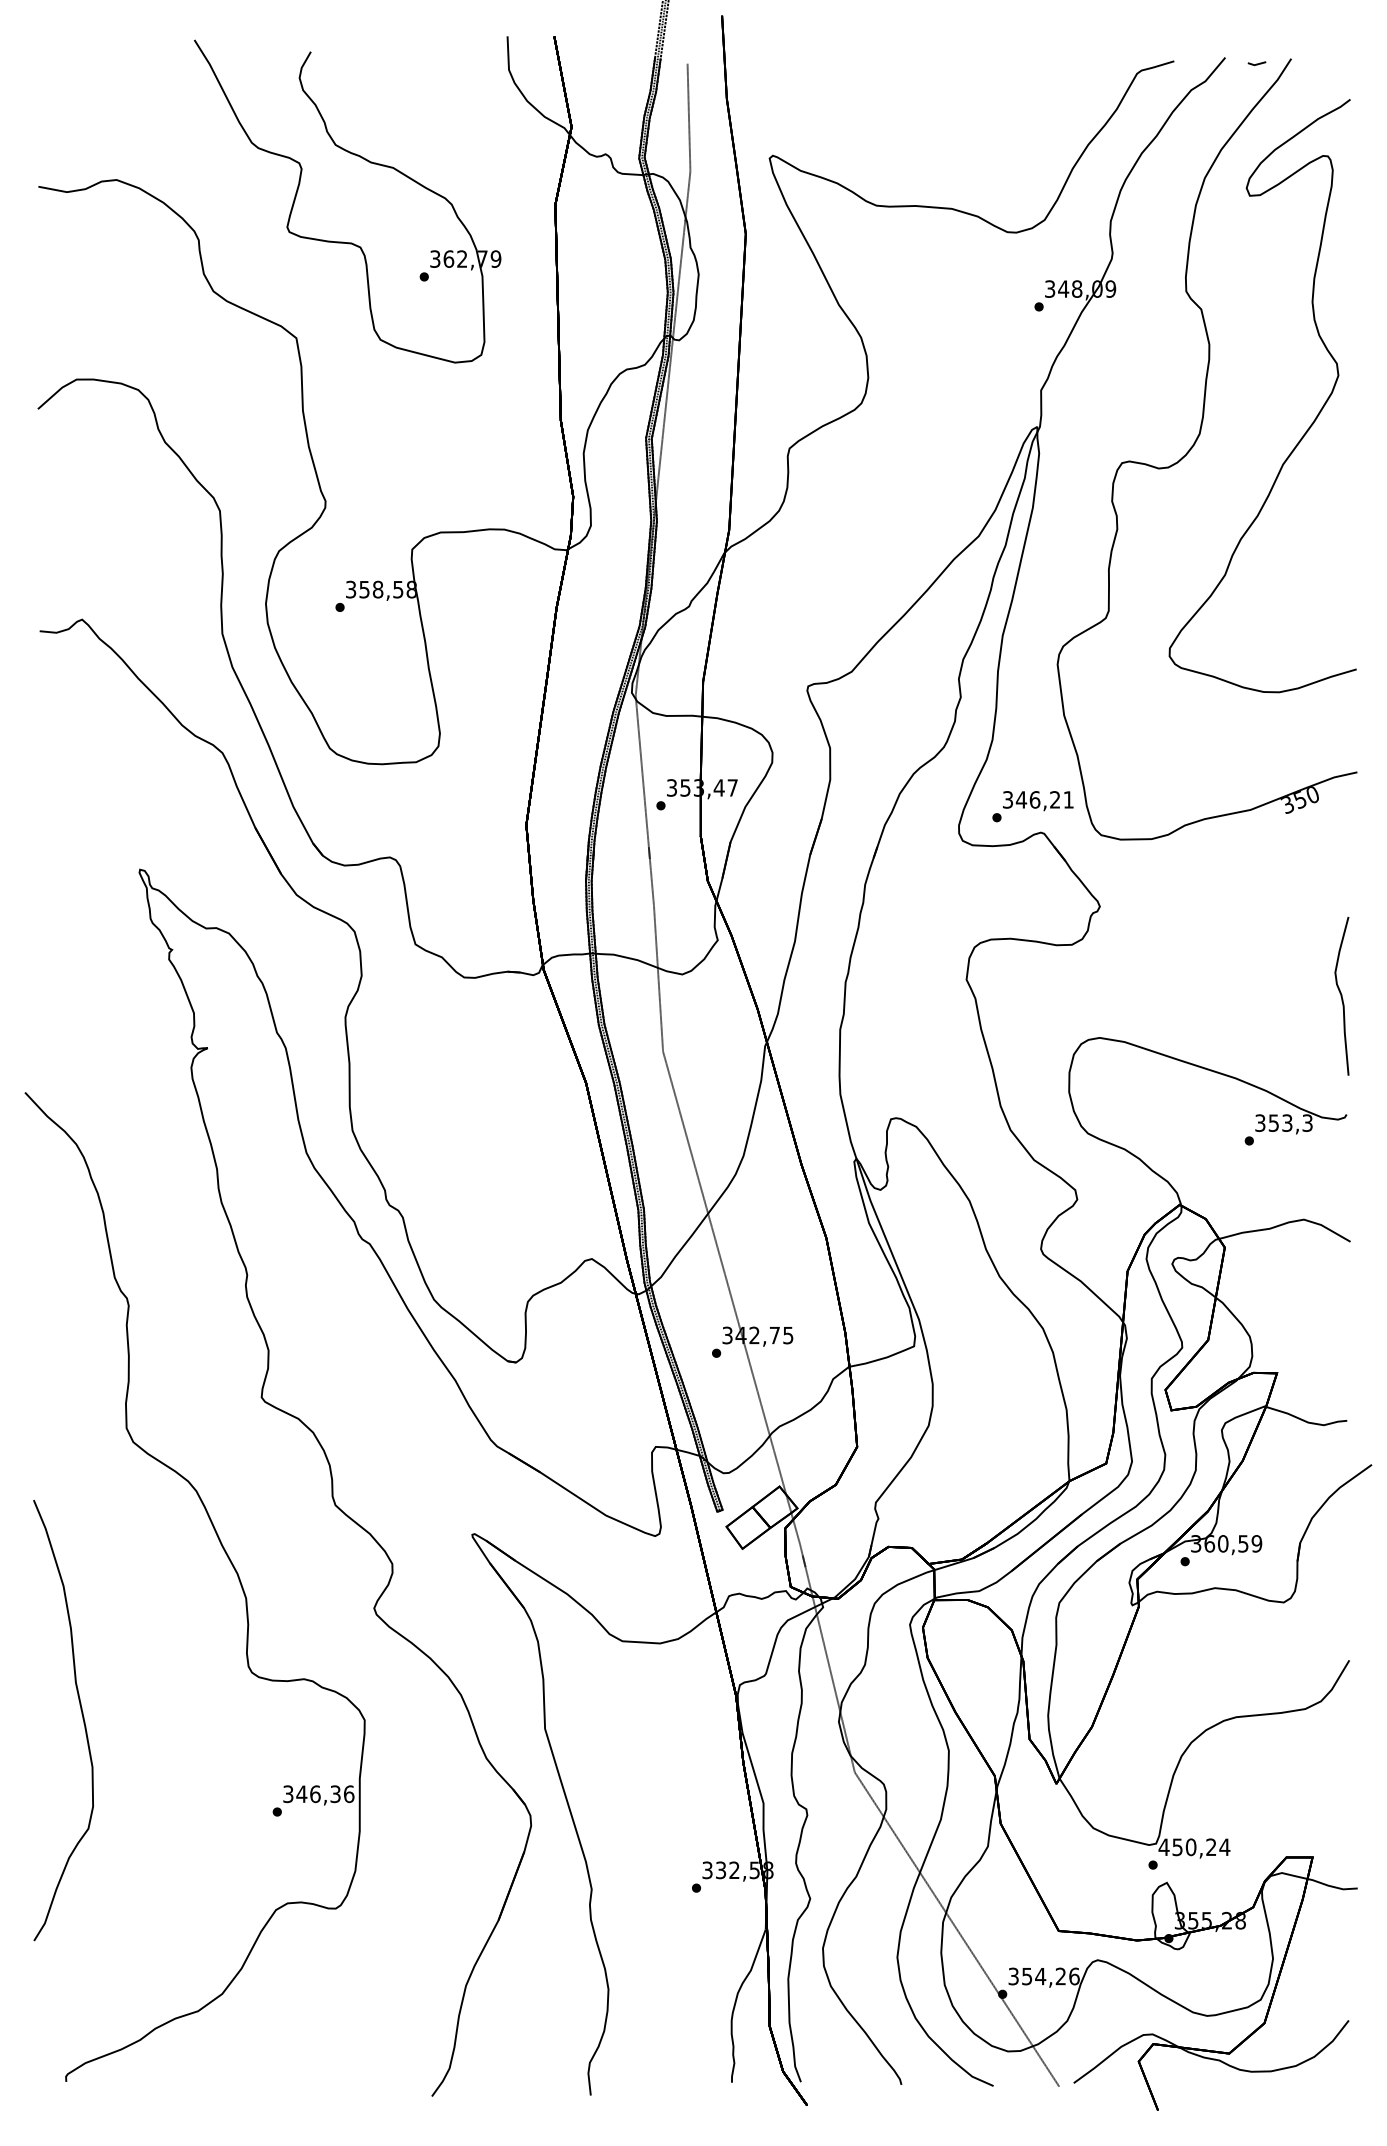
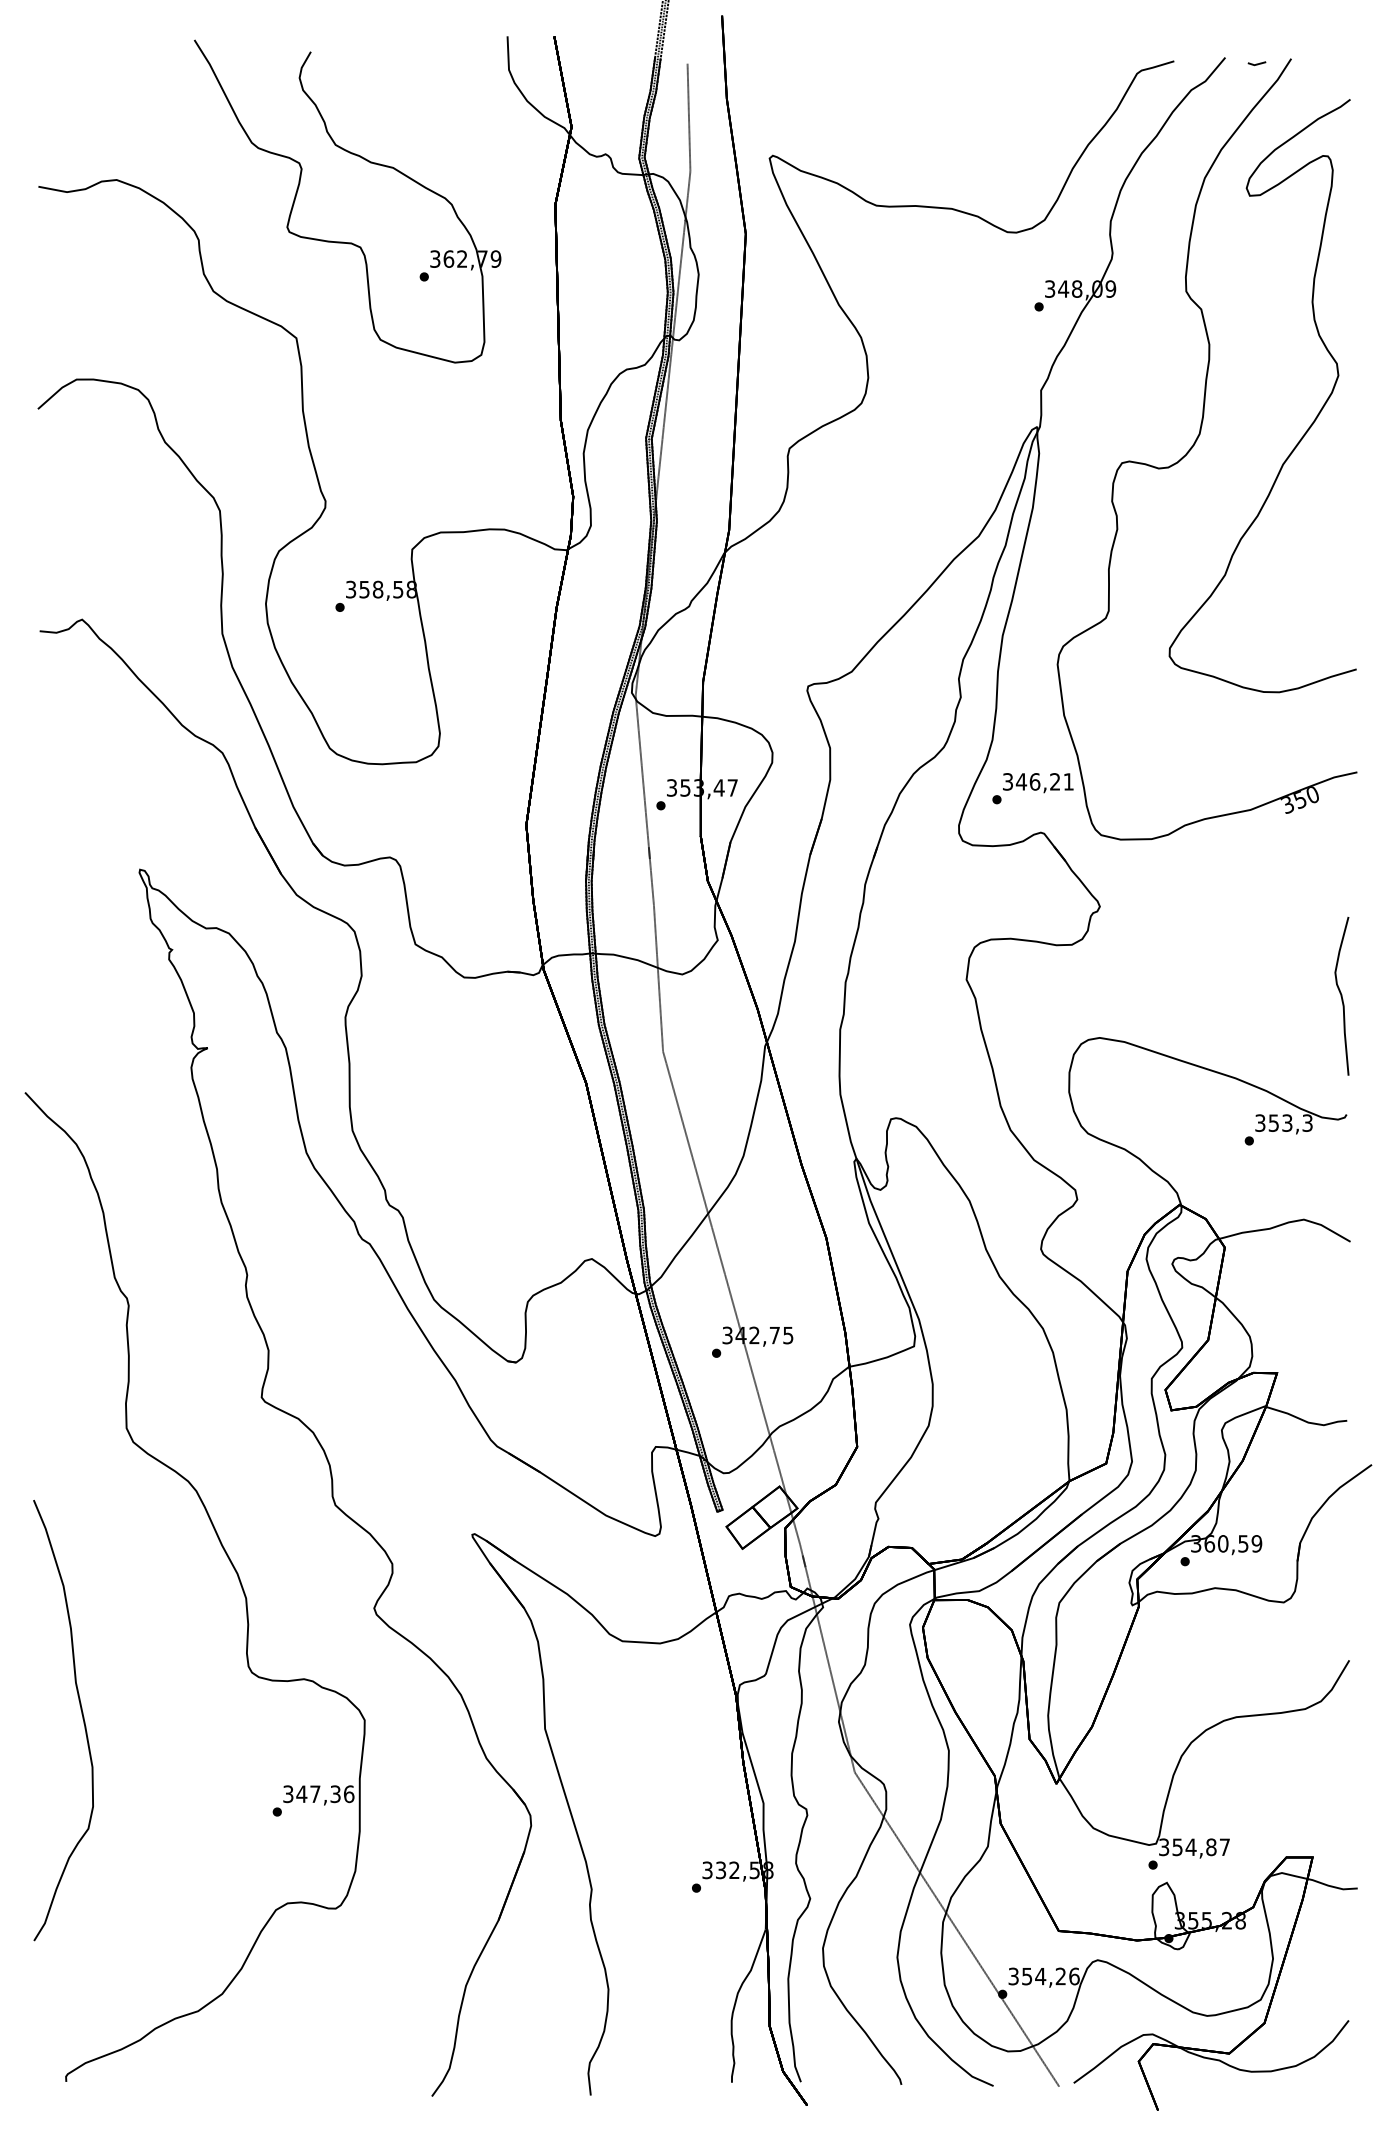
text at (1032, 806) position: (1032, 806) -> (1032, 788)
text at (315, 1794): 346,36 -> 347,36
text at (1194, 1847): 450,24 -> 354,87
